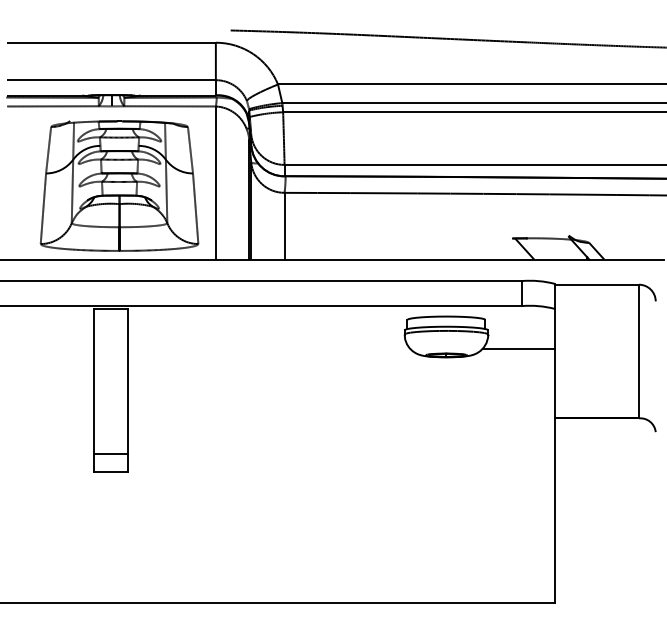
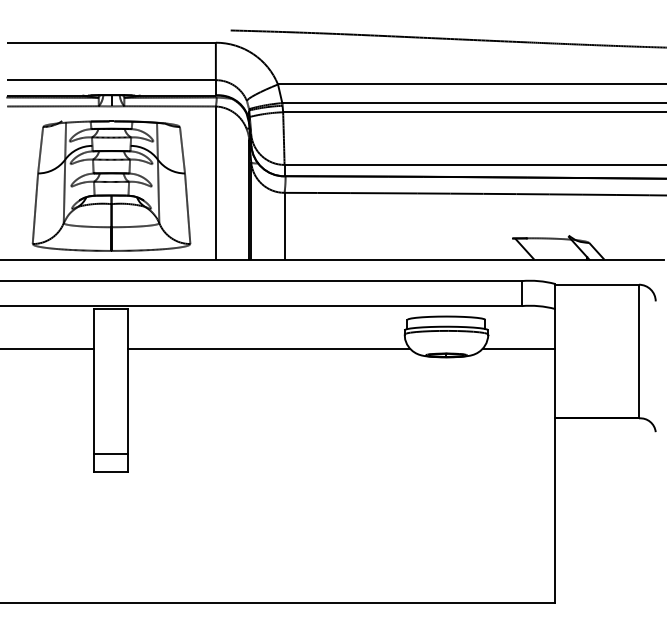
part at (119, 185) position: (119, 185) -> (111, 185)
line at (48, 348): none -> present
line at (268, 348): none -> present
